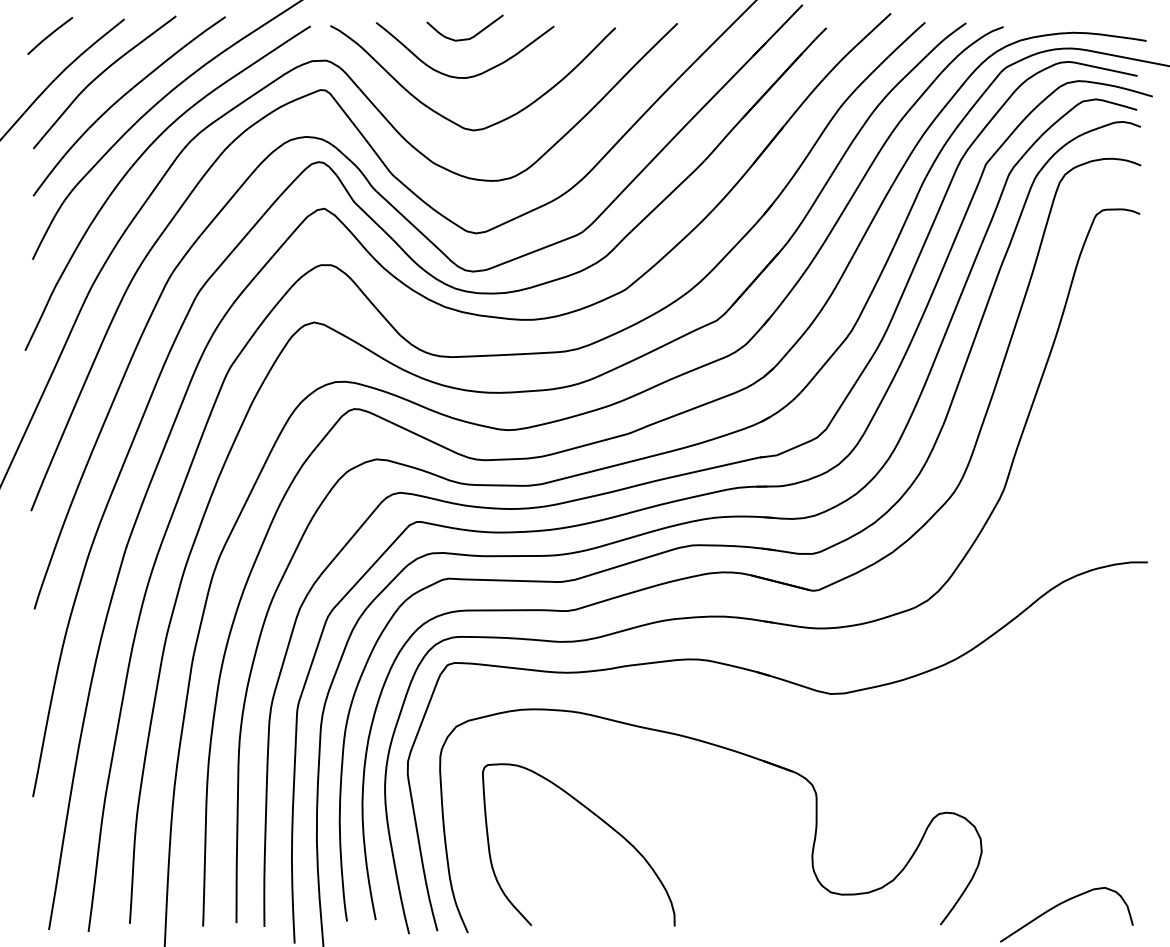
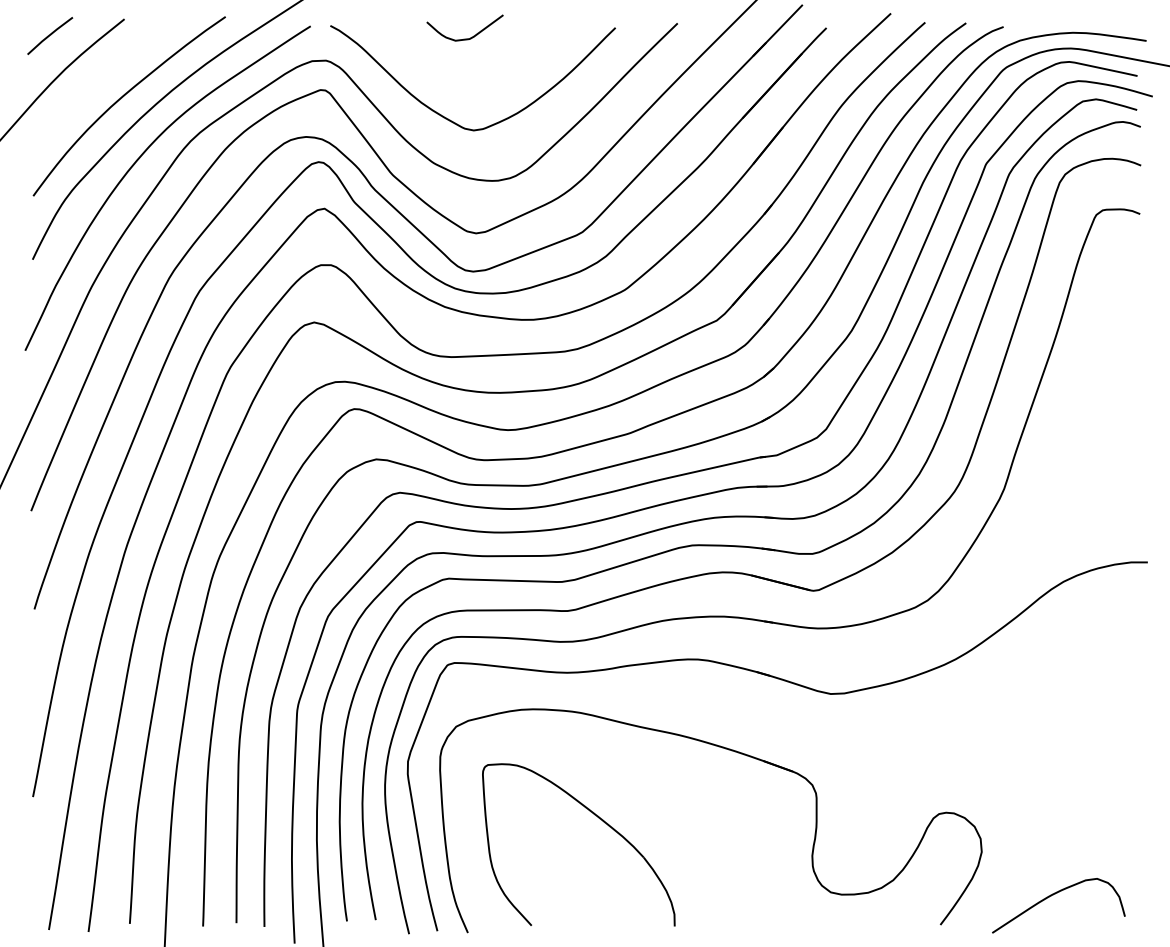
curve at (99, 76): present -> none
curve at (467, 76): present -> none
curve at (1061, 904) position: (1061, 904) -> (1053, 895)
